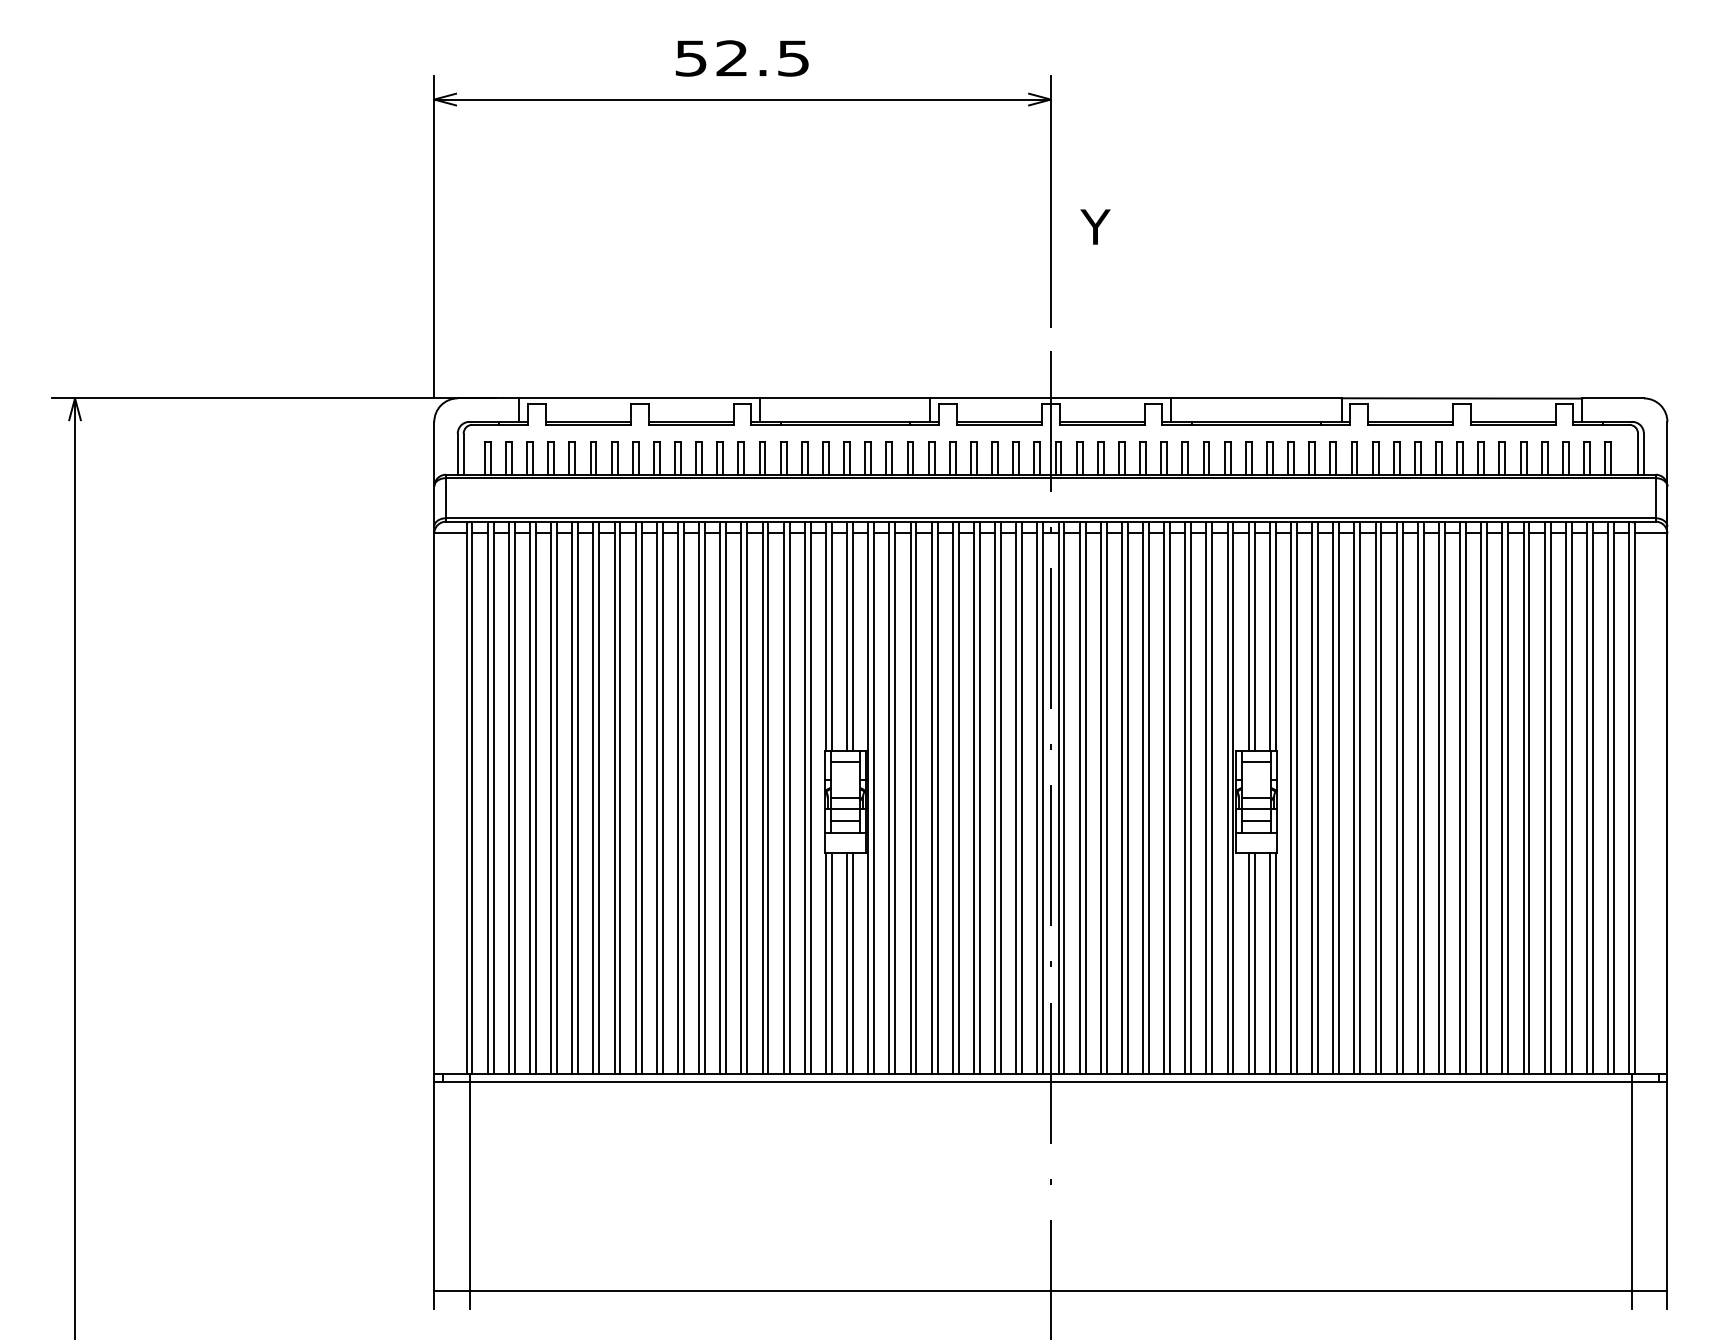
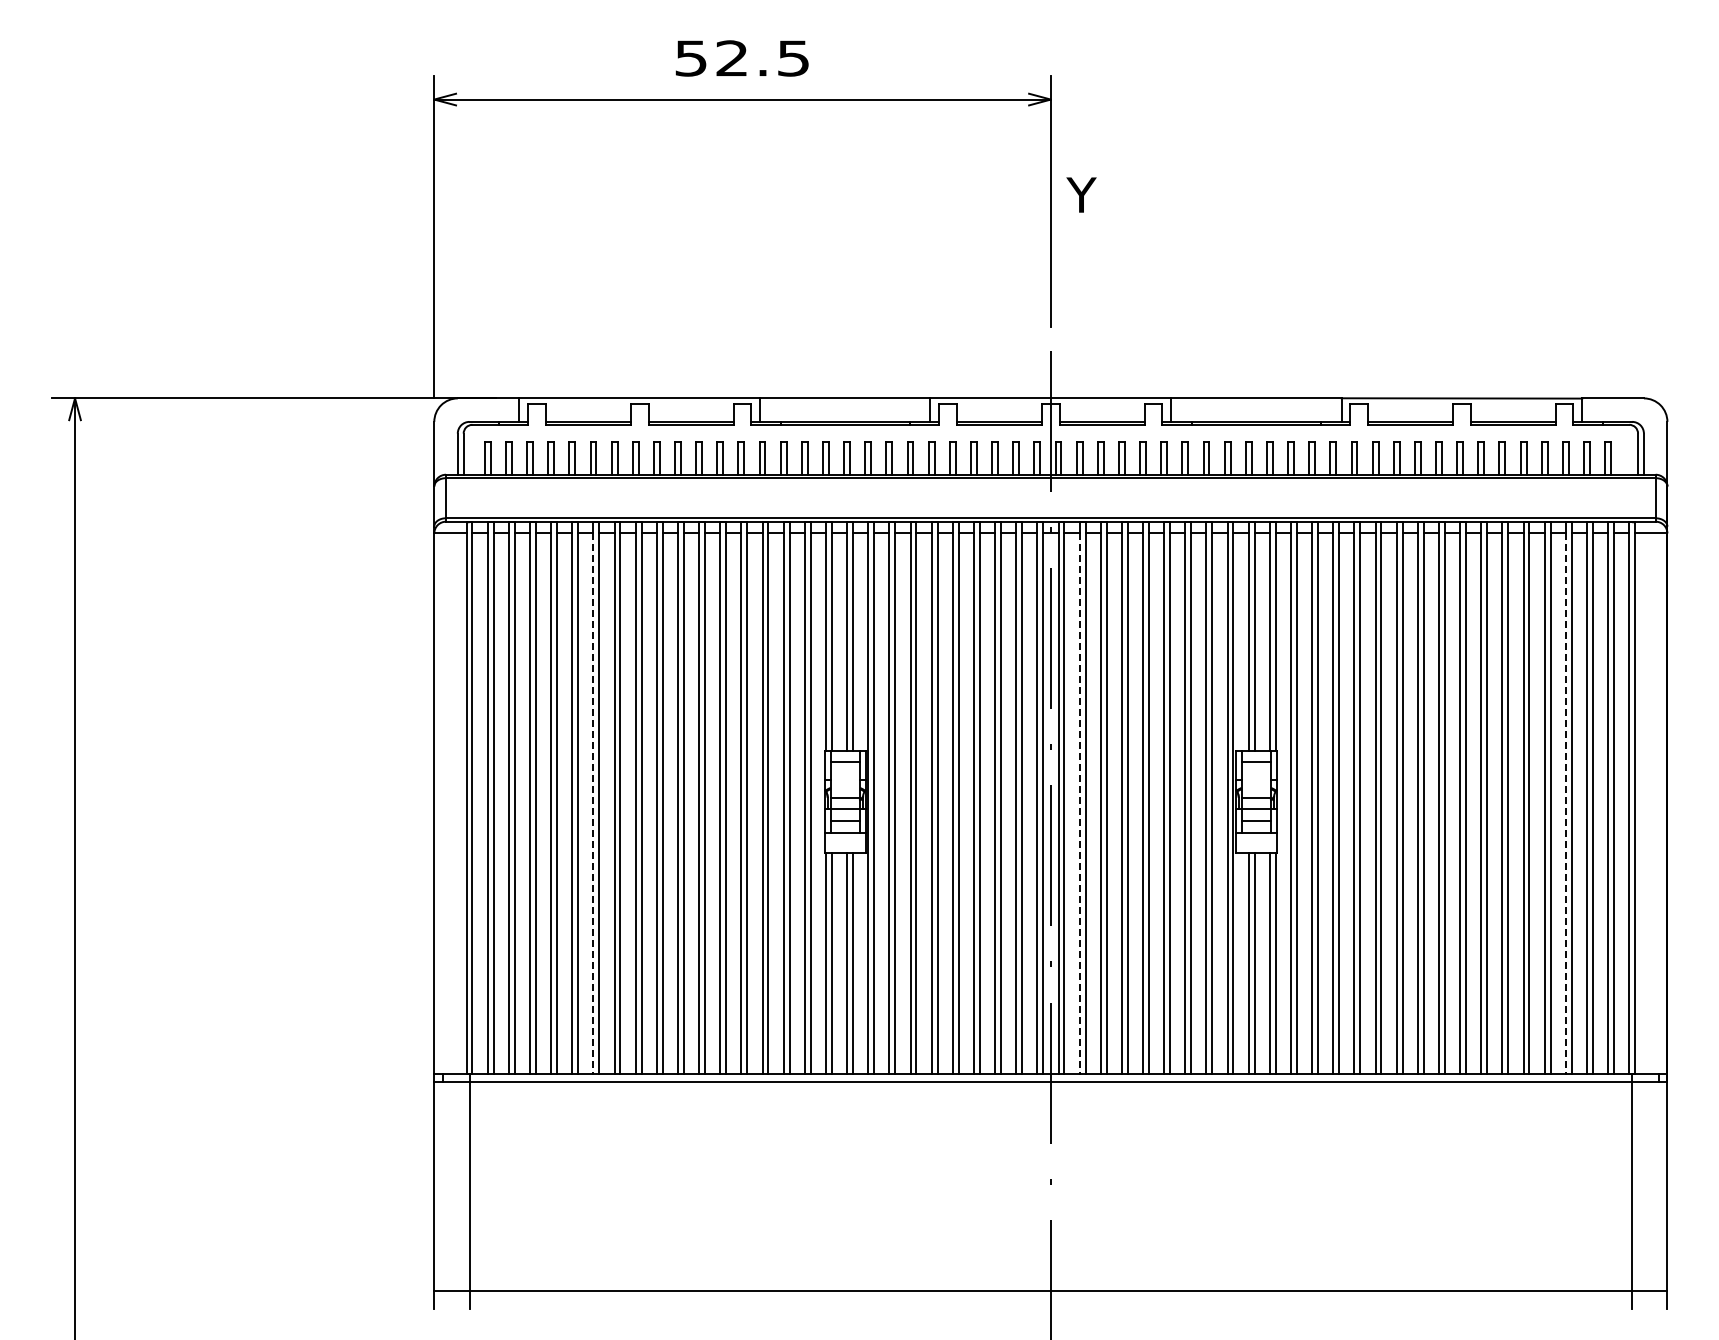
text at (1095, 226) position: (1095, 226) -> (1081, 194)
line at (593, 804): solid -> dashed
line at (1079, 804): solid -> dashed
line at (1565, 804): solid -> dashed
